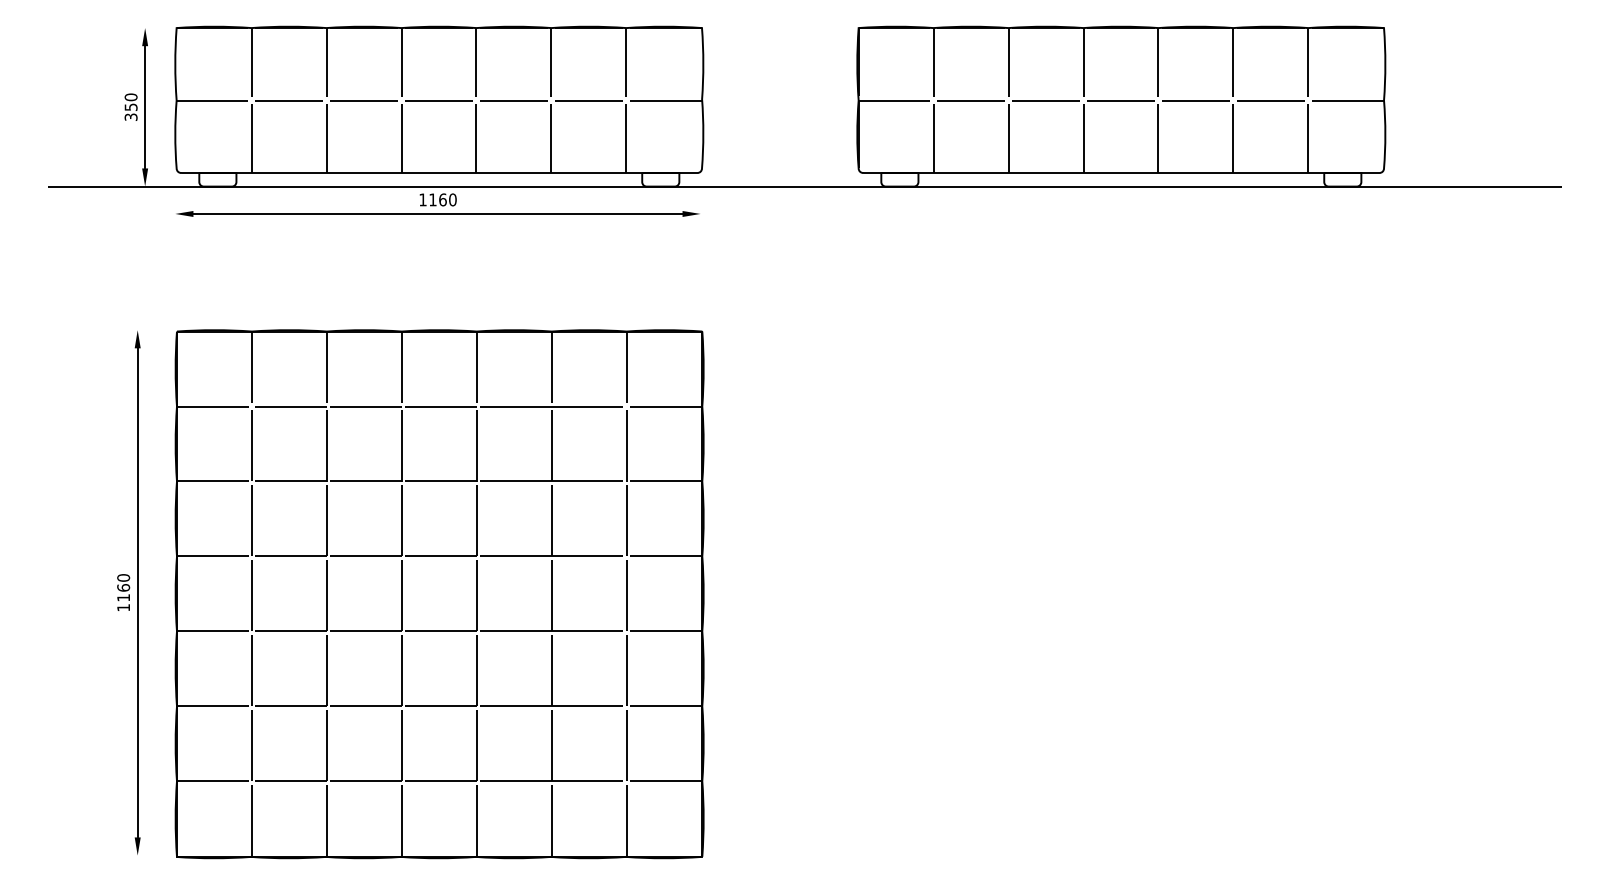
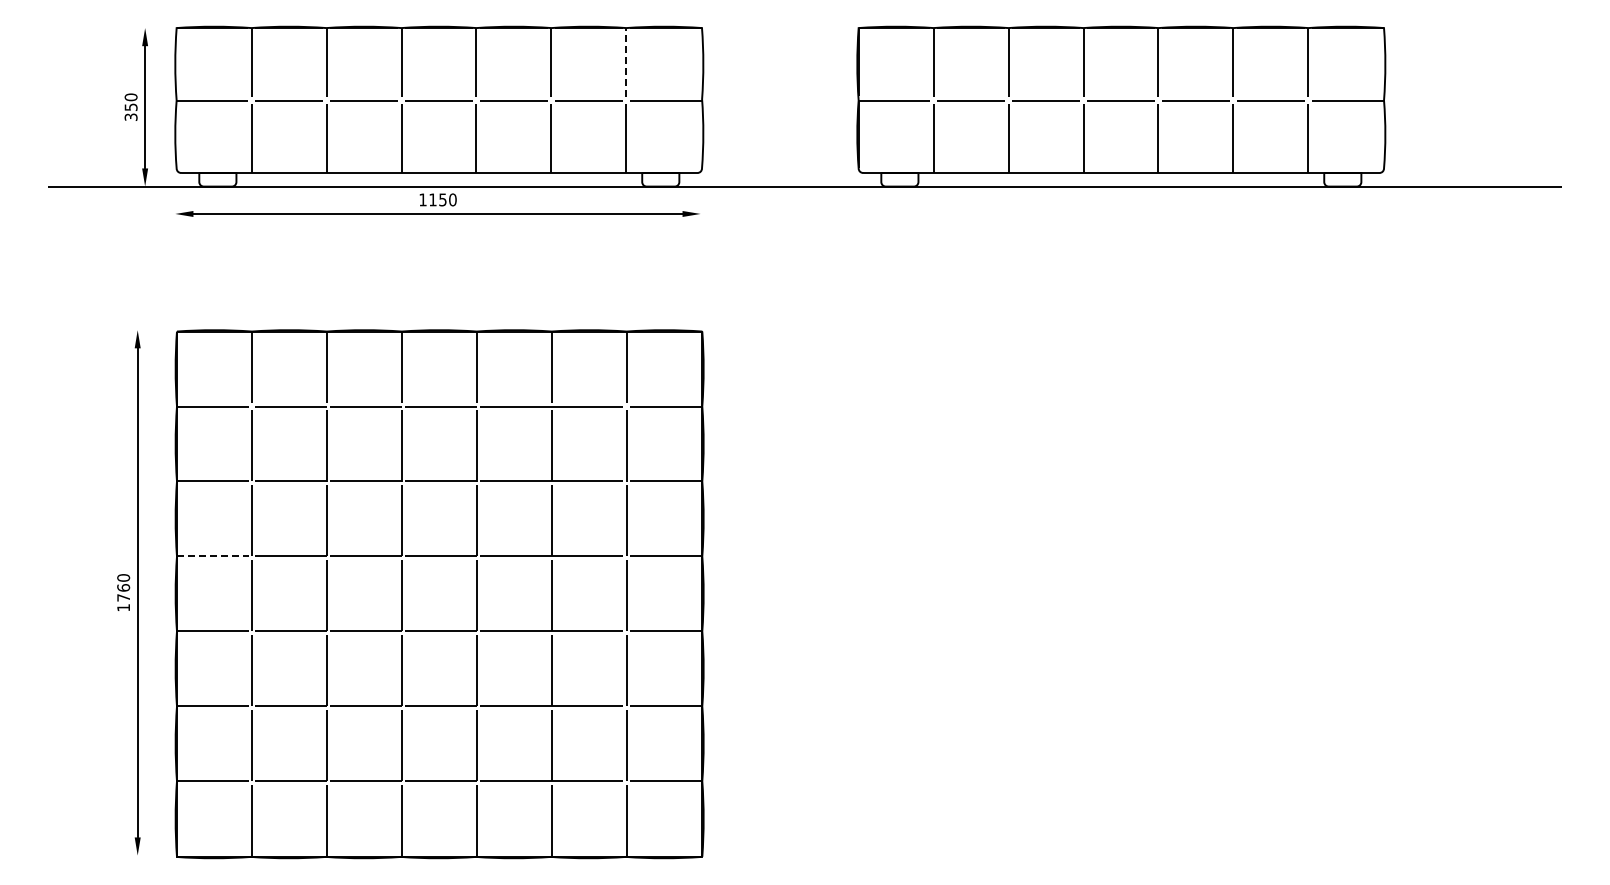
line at (626, 62): solid -> dashed
text at (442, 199): 1160 -> 1150
line at (212, 556): solid -> dashed
text at (123, 597): 1160 -> 1760
